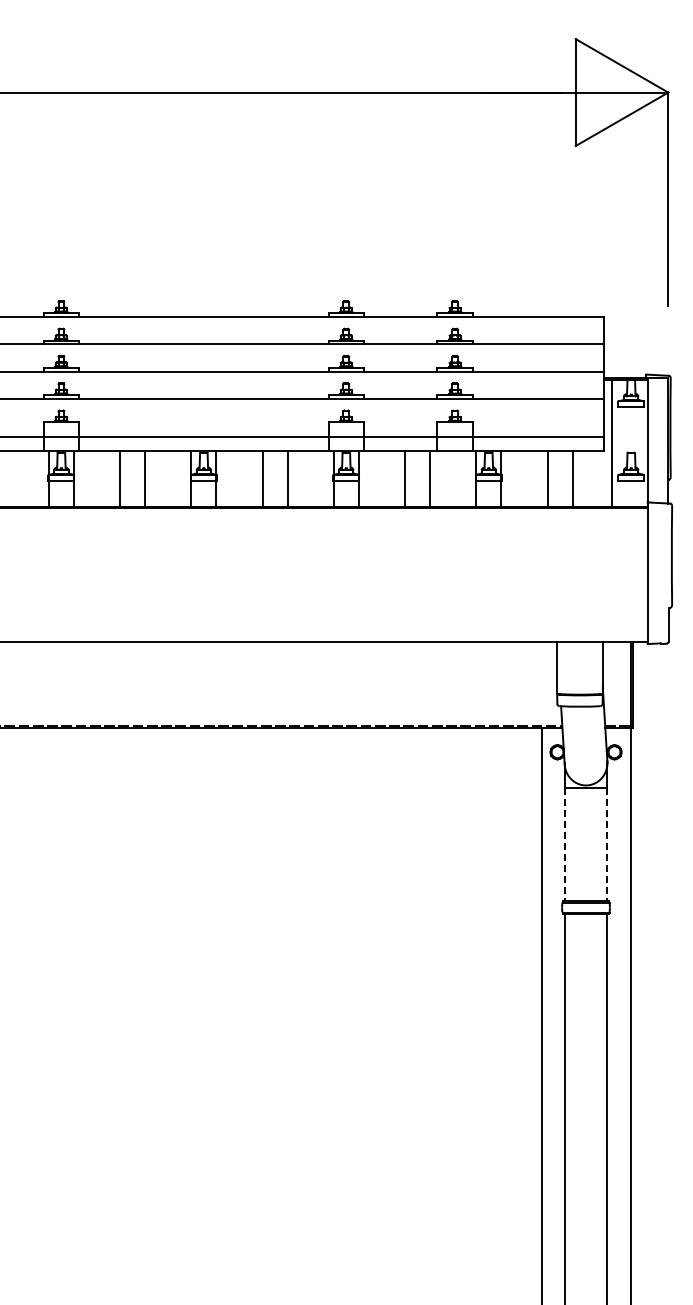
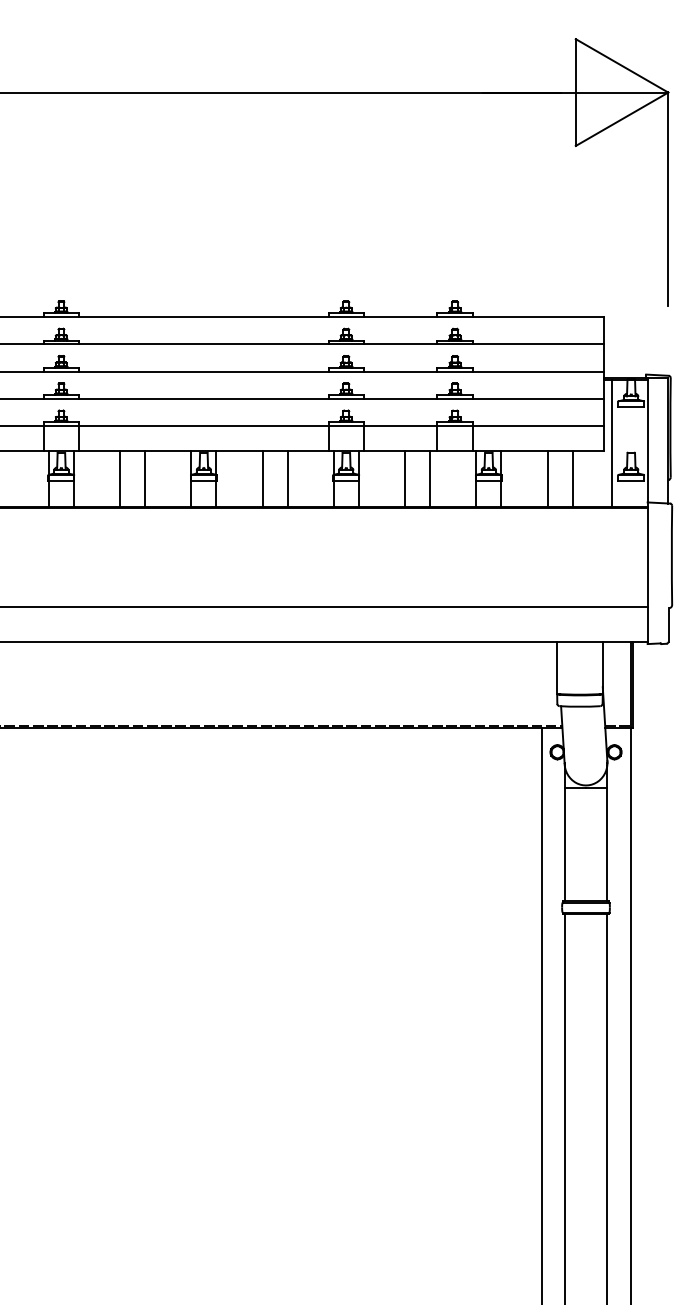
line at (302, 436) position: (302, 436) -> (302, 425)
line at (324, 606): none -> present
line at (564, 844): dashed -> solid
line at (607, 844): dashed -> solid
